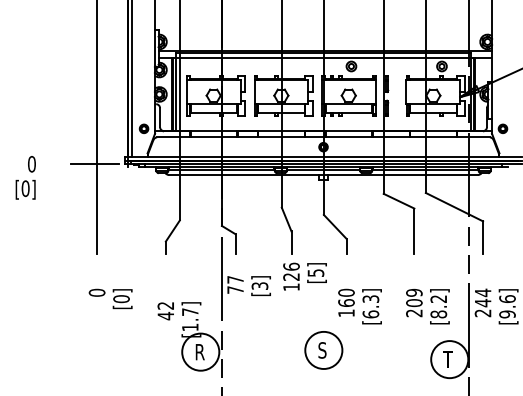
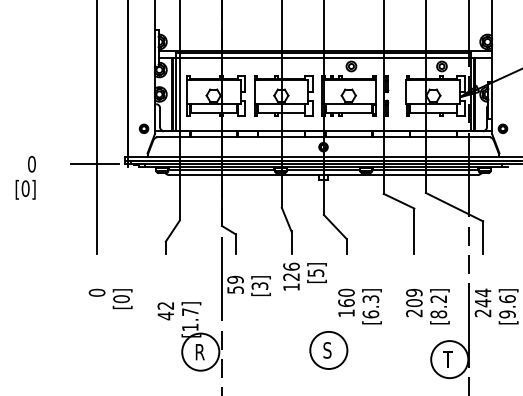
line at (131, 79): present -> none
text at (235, 284): 77 -> 59
part at (323, 350) position: (323, 350) -> (328, 350)
